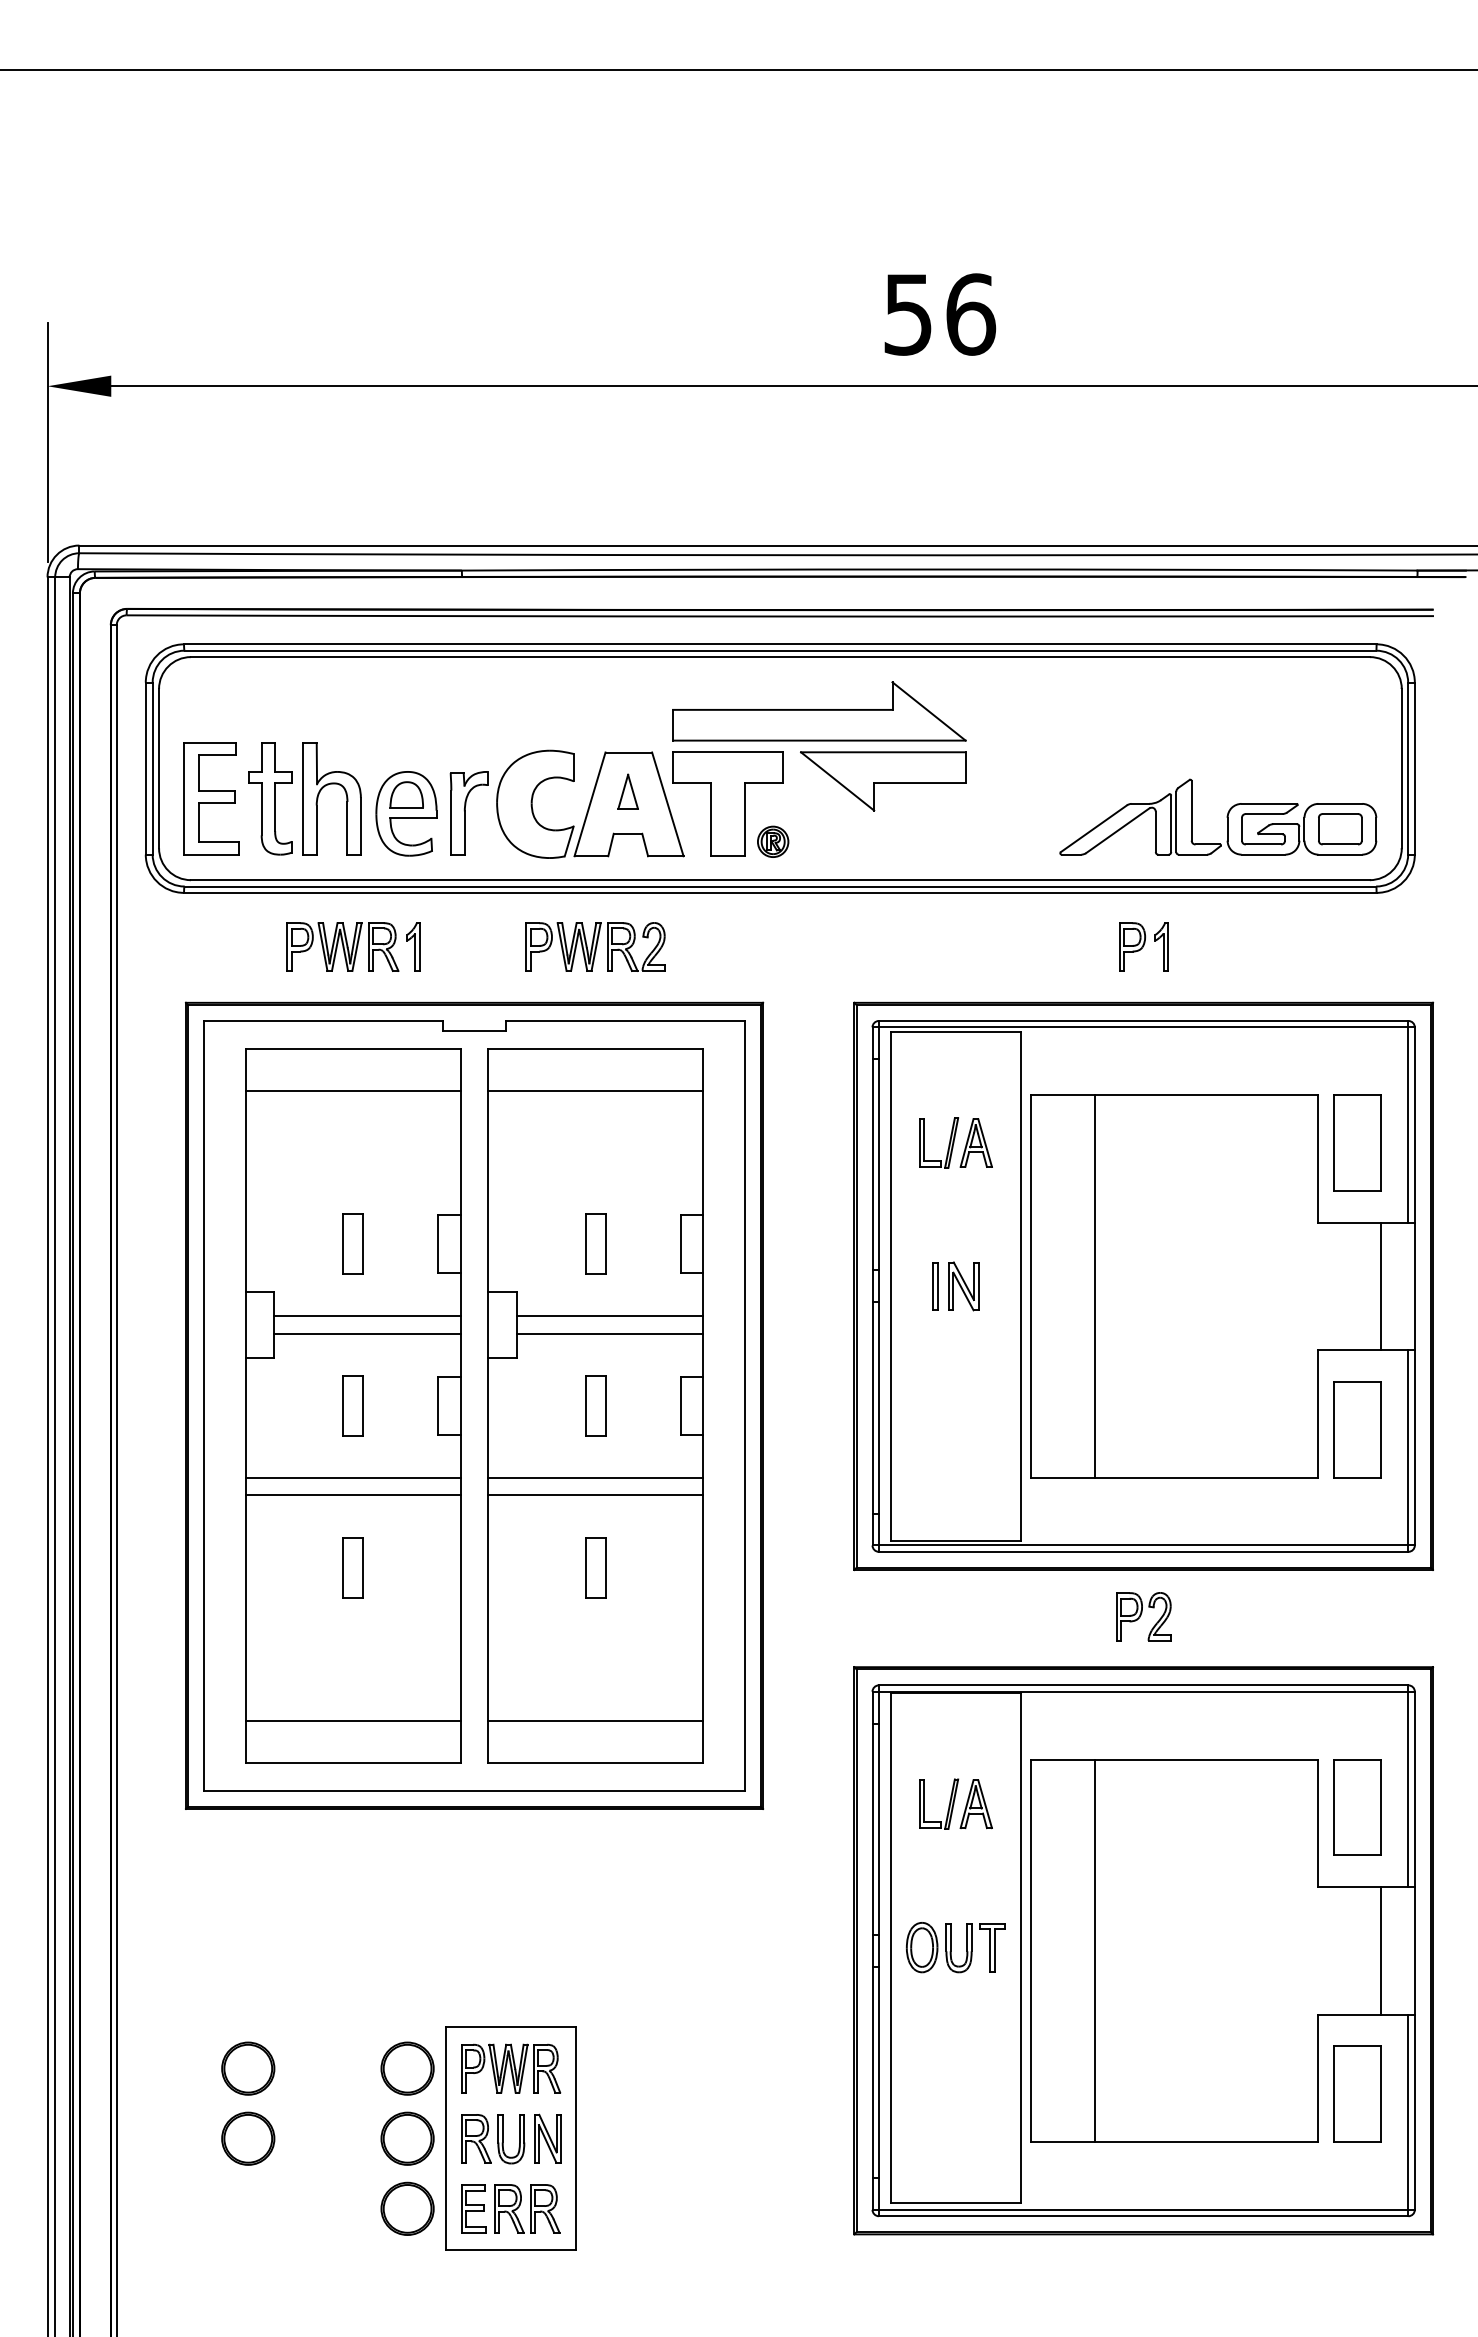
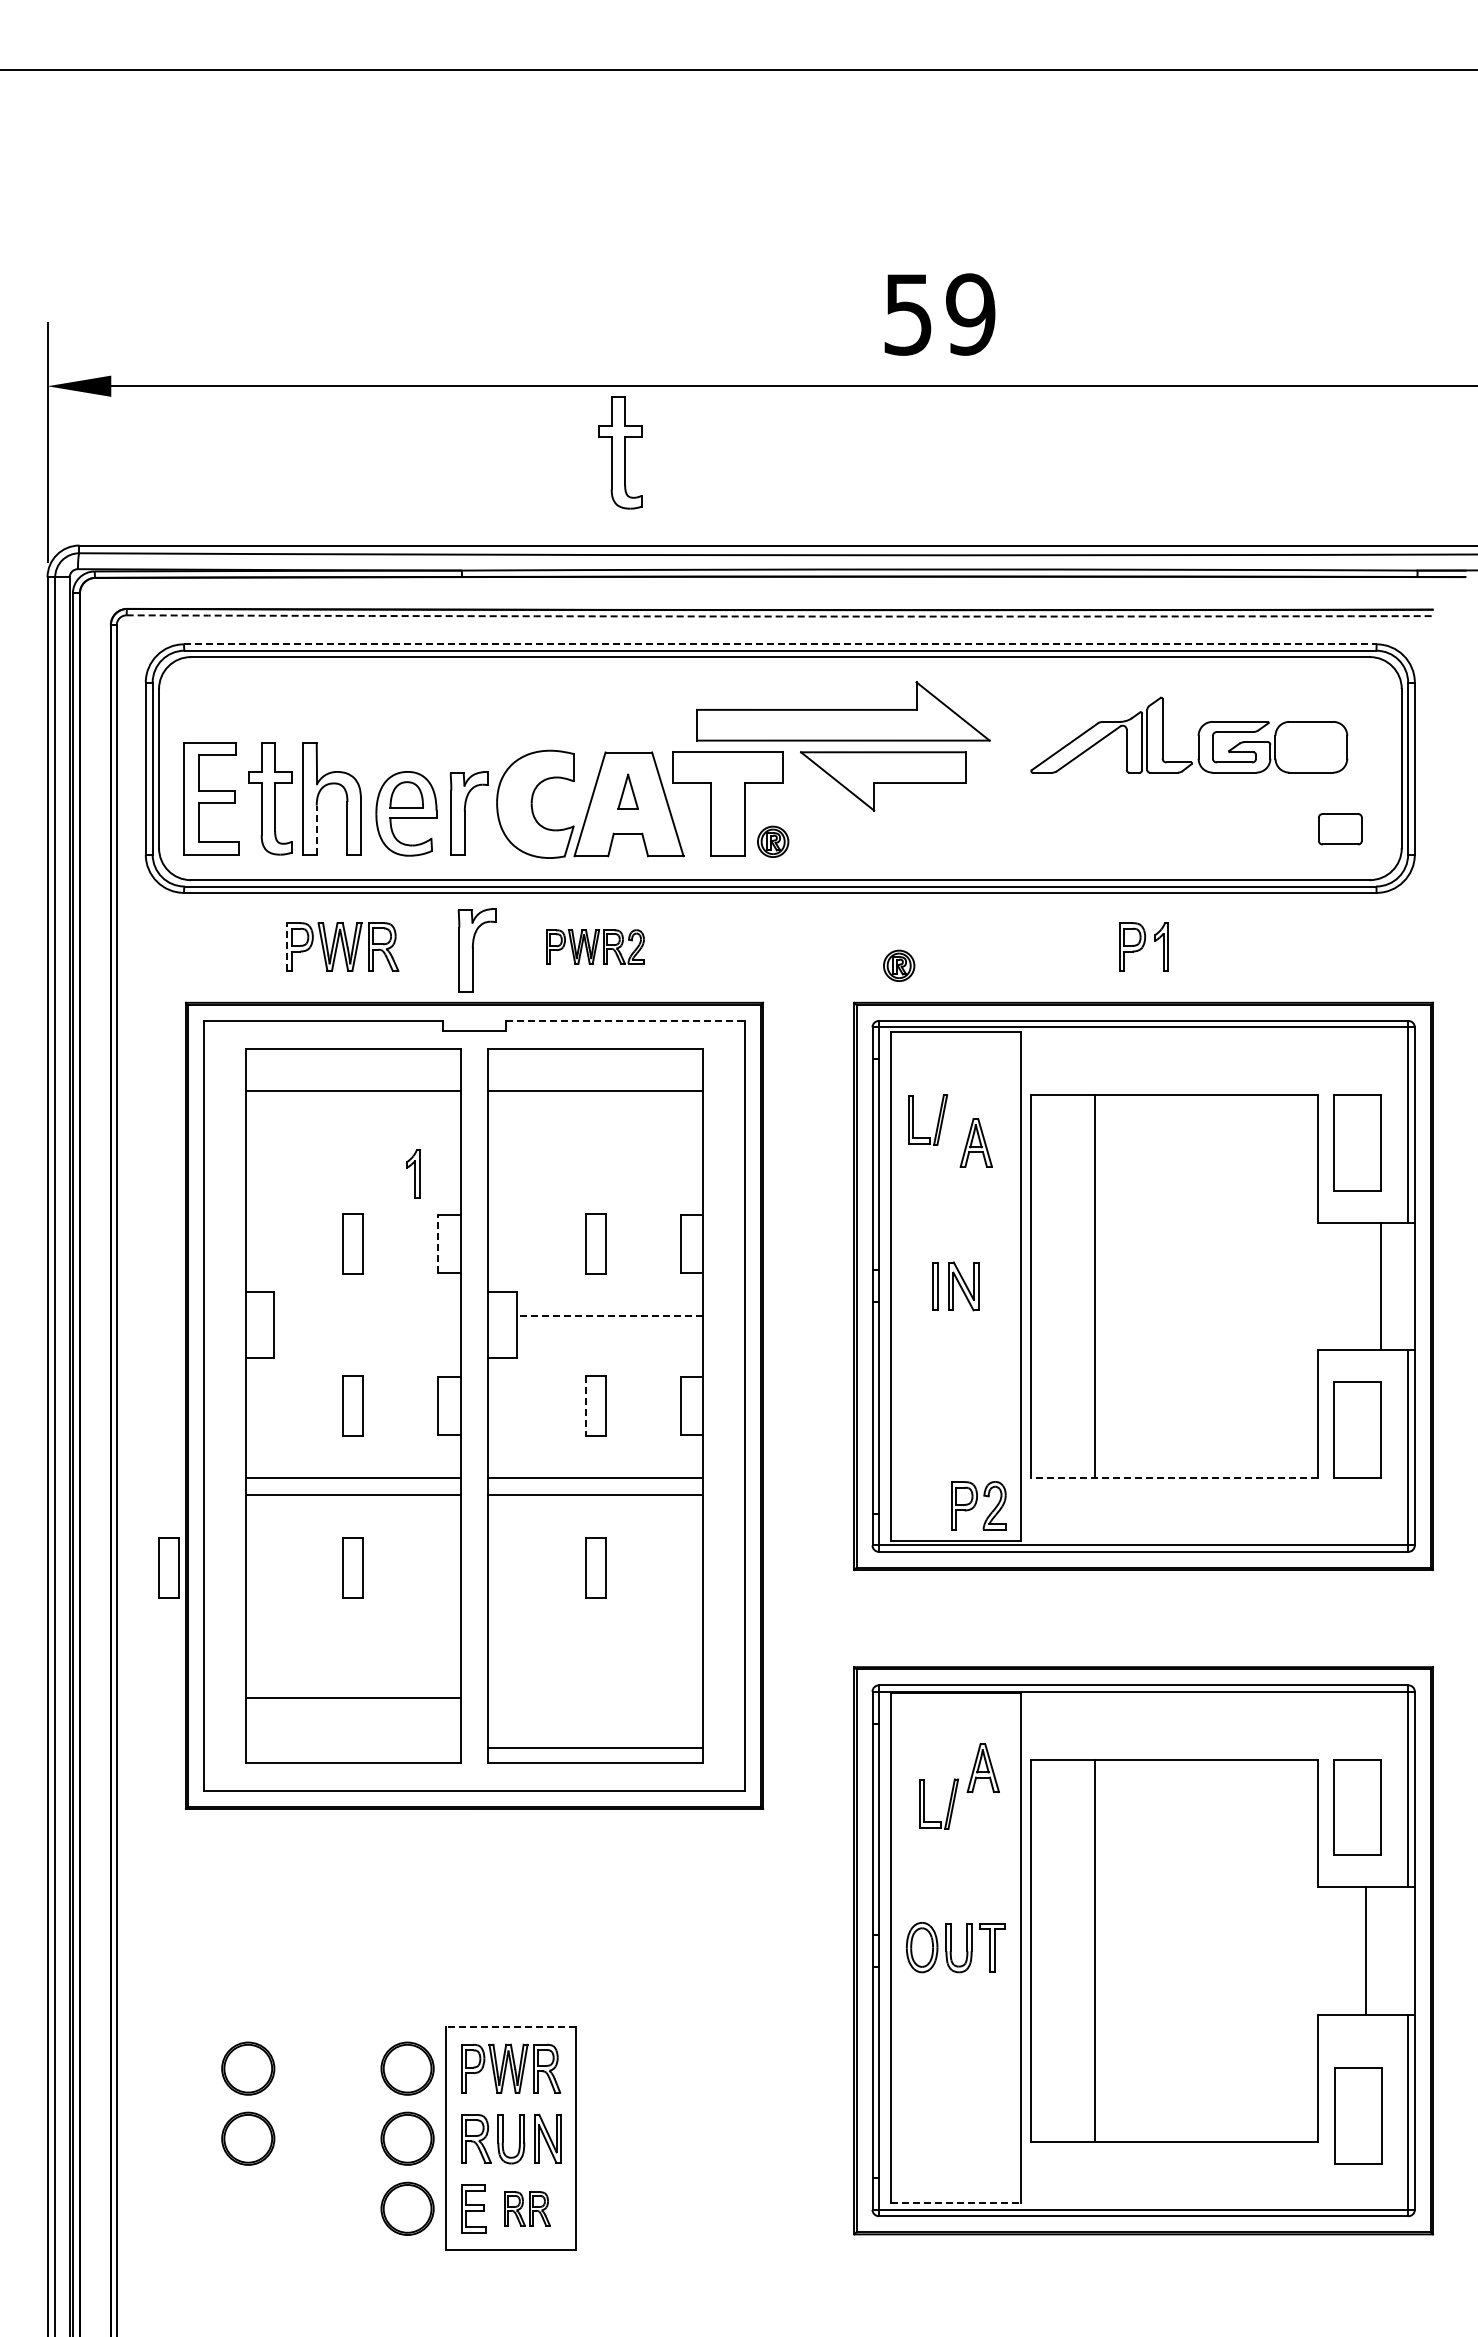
text at (971, 314): 56 -> 59
part at (620, 452): none -> present
arc at (780, 616): solid -> dashed
line at (780, 644): solid -> dashed
part at (819, 711) position: (819, 711) -> (843, 711)
part at (1226, 816) position: (1226, 816) -> (1197, 734)
line at (316, 830): solid -> dashed
part at (413, 946) position: (413, 946) -> (413, 1173)
part at (595, 946) size: 141x50 px -> 99x36 px
line at (287, 947): solid -> dashed
part at (476, 950): none -> present
part at (899, 965): none -> present
line at (626, 1020): solid -> dashed
part at (948, 1144) position: (948, 1144) -> (937, 1121)
line at (438, 1244): solid -> dashed
line at (367, 1316): present -> none
line at (609, 1316): solid -> dashed
line at (367, 1333): present -> none
line at (610, 1333): present -> none
line at (585, 1406): solid -> dashed
line at (1173, 1477): solid -> dashed
part at (168, 1567): none -> present
part at (1143, 1616) position: (1143, 1616) -> (978, 1505)
line at (352, 1721) position: (352, 1721) -> (352, 1698)
line at (595, 1721) position: (595, 1721) -> (595, 1748)
part at (975, 1804) position: (975, 1804) -> (982, 1768)
line at (1381, 1950) position: (1381, 1950) -> (1366, 1950)
line at (510, 2027): solid -> dashed
part at (1357, 2093) position: (1357, 2093) -> (1358, 2115)
line at (956, 2202): solid -> dashed
part at (527, 2208) size: 67x50 px -> 47x36 px
